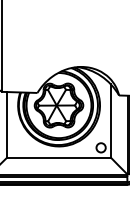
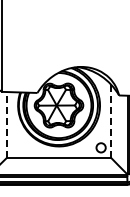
line at (110, 120): solid -> dashed
line at (7, 124): solid -> dashed
